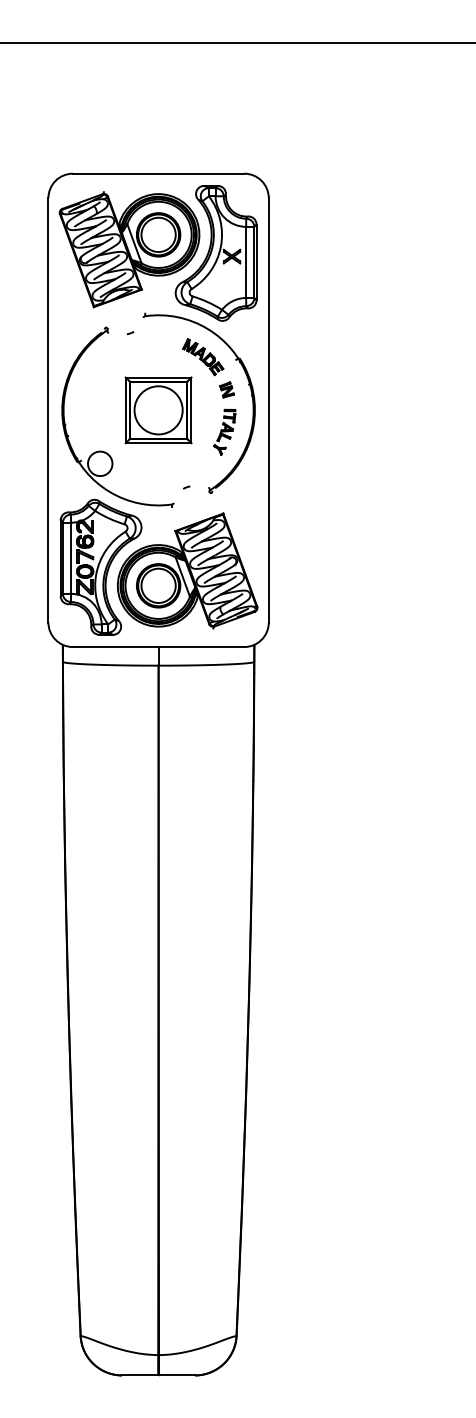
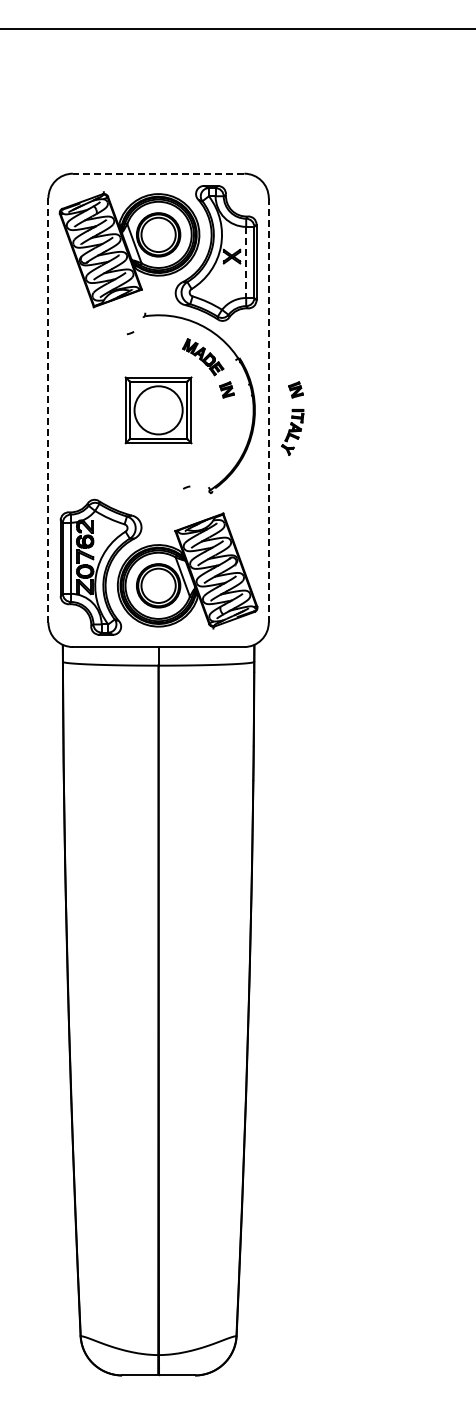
line at (237, 42) position: (237, 42) -> (237, 28)
line at (158, 173): solid -> dashed
line at (246, 262): solid -> dashed
part at (295, 389): none -> present
line at (268, 409): solid -> dashed
line at (48, 410): solid -> dashed
part at (224, 432) position: (224, 432) -> (292, 432)
part at (105, 451): present -> none
